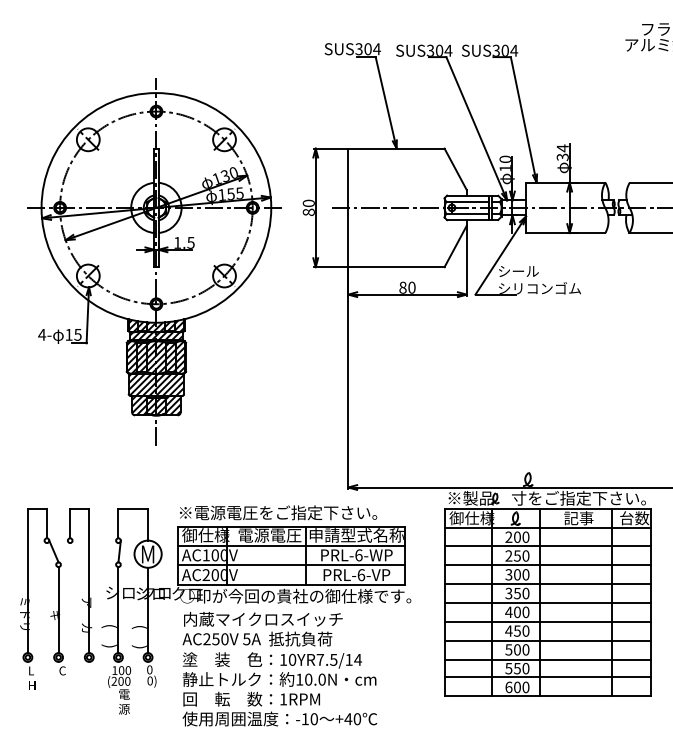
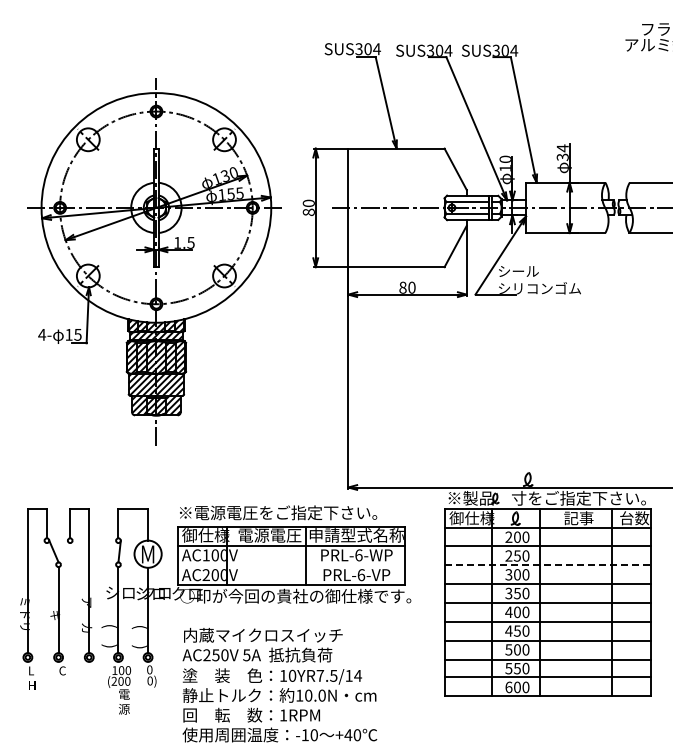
line at (291, 565): present -> none
line at (547, 565): solid -> dashed
text at (279, 668) position: (279, 668) -> (279, 684)
